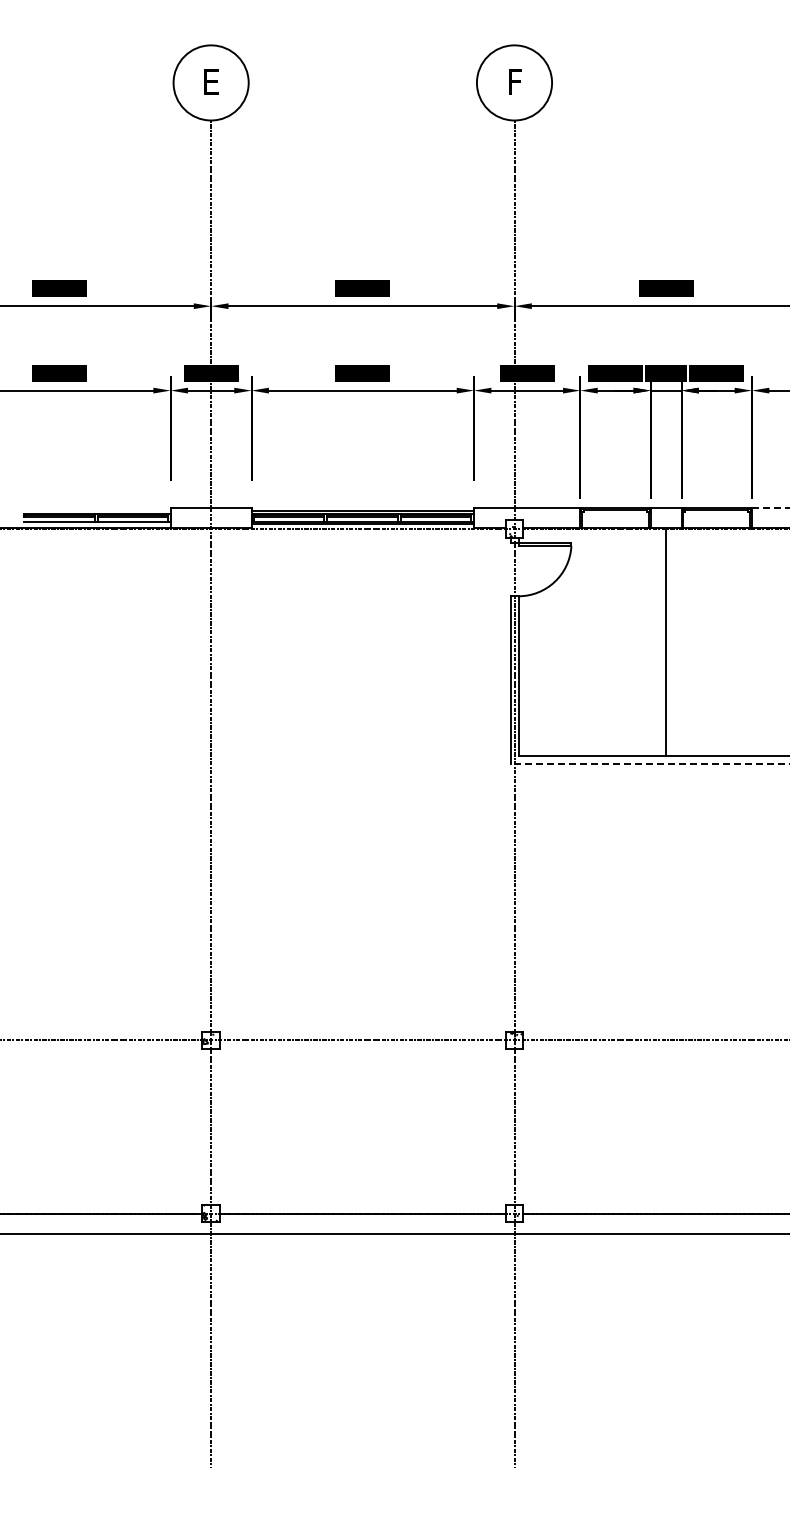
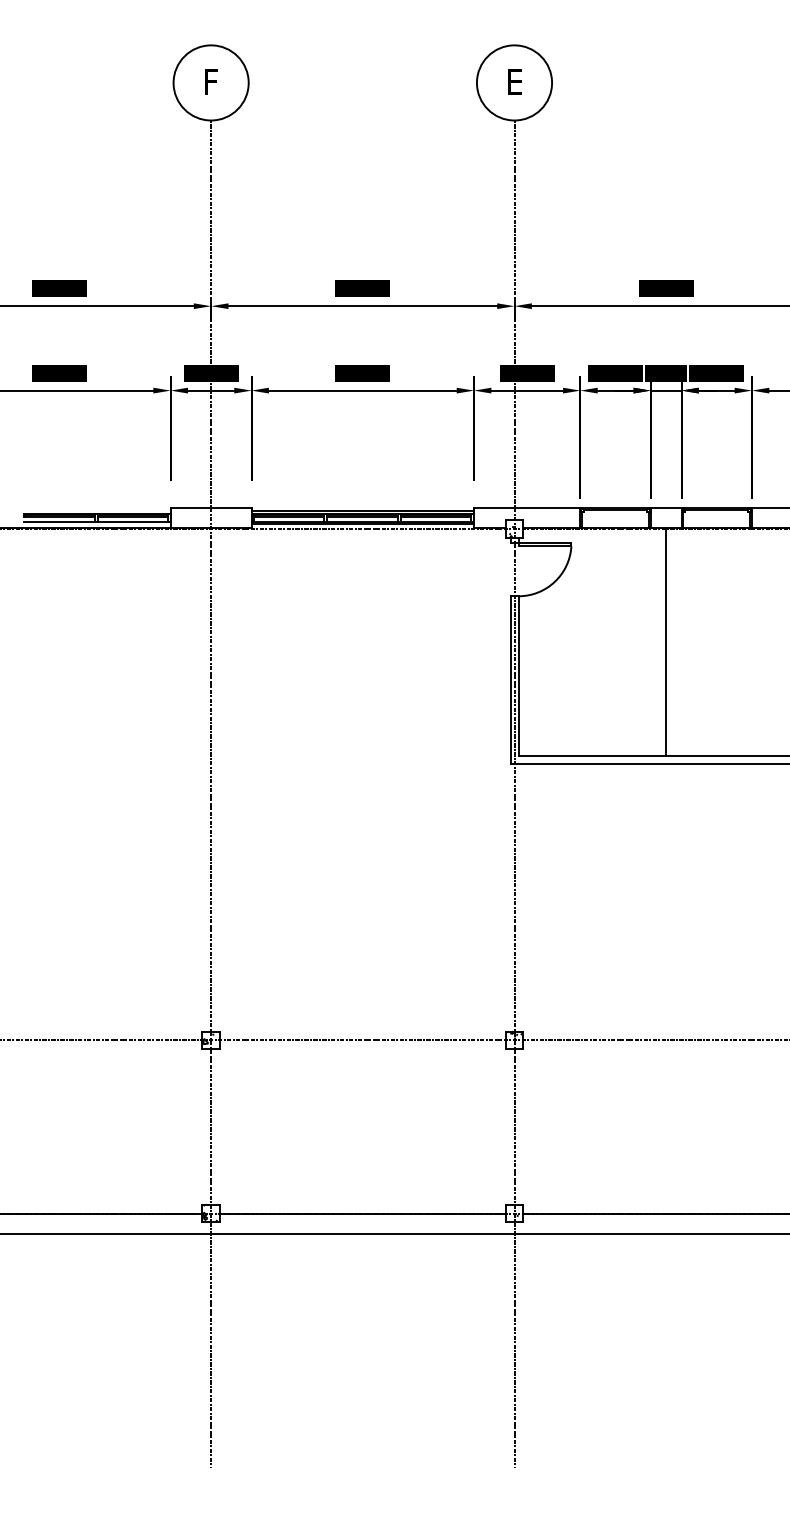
text at (211, 81): E -> F
text at (514, 81): F -> E
line at (770, 507): dashed -> solid
line at (649, 764): dashed -> solid
